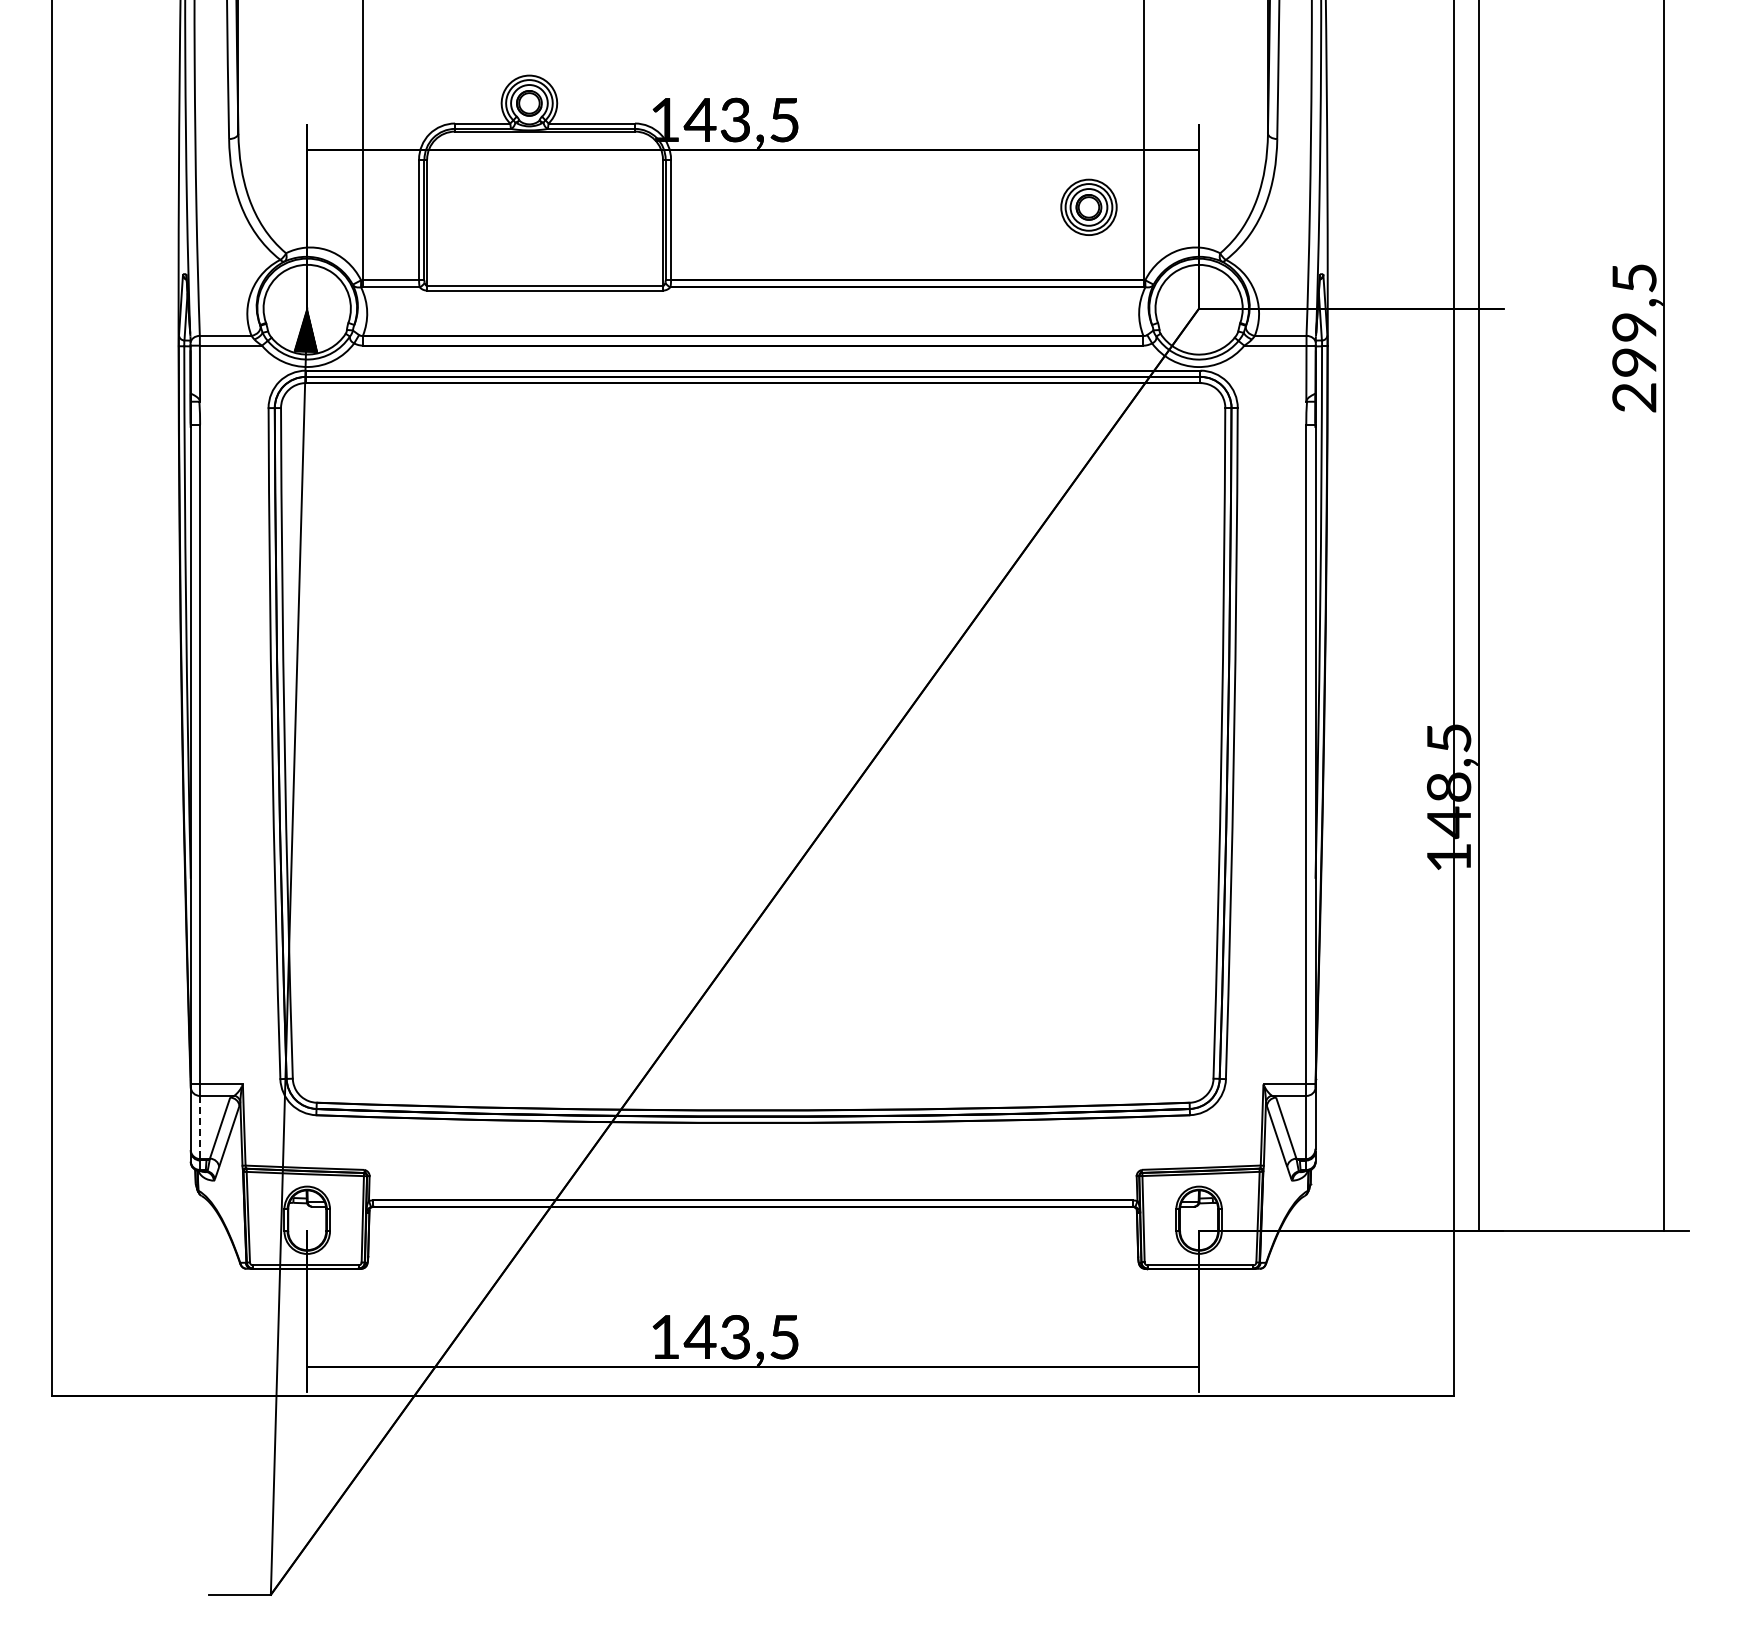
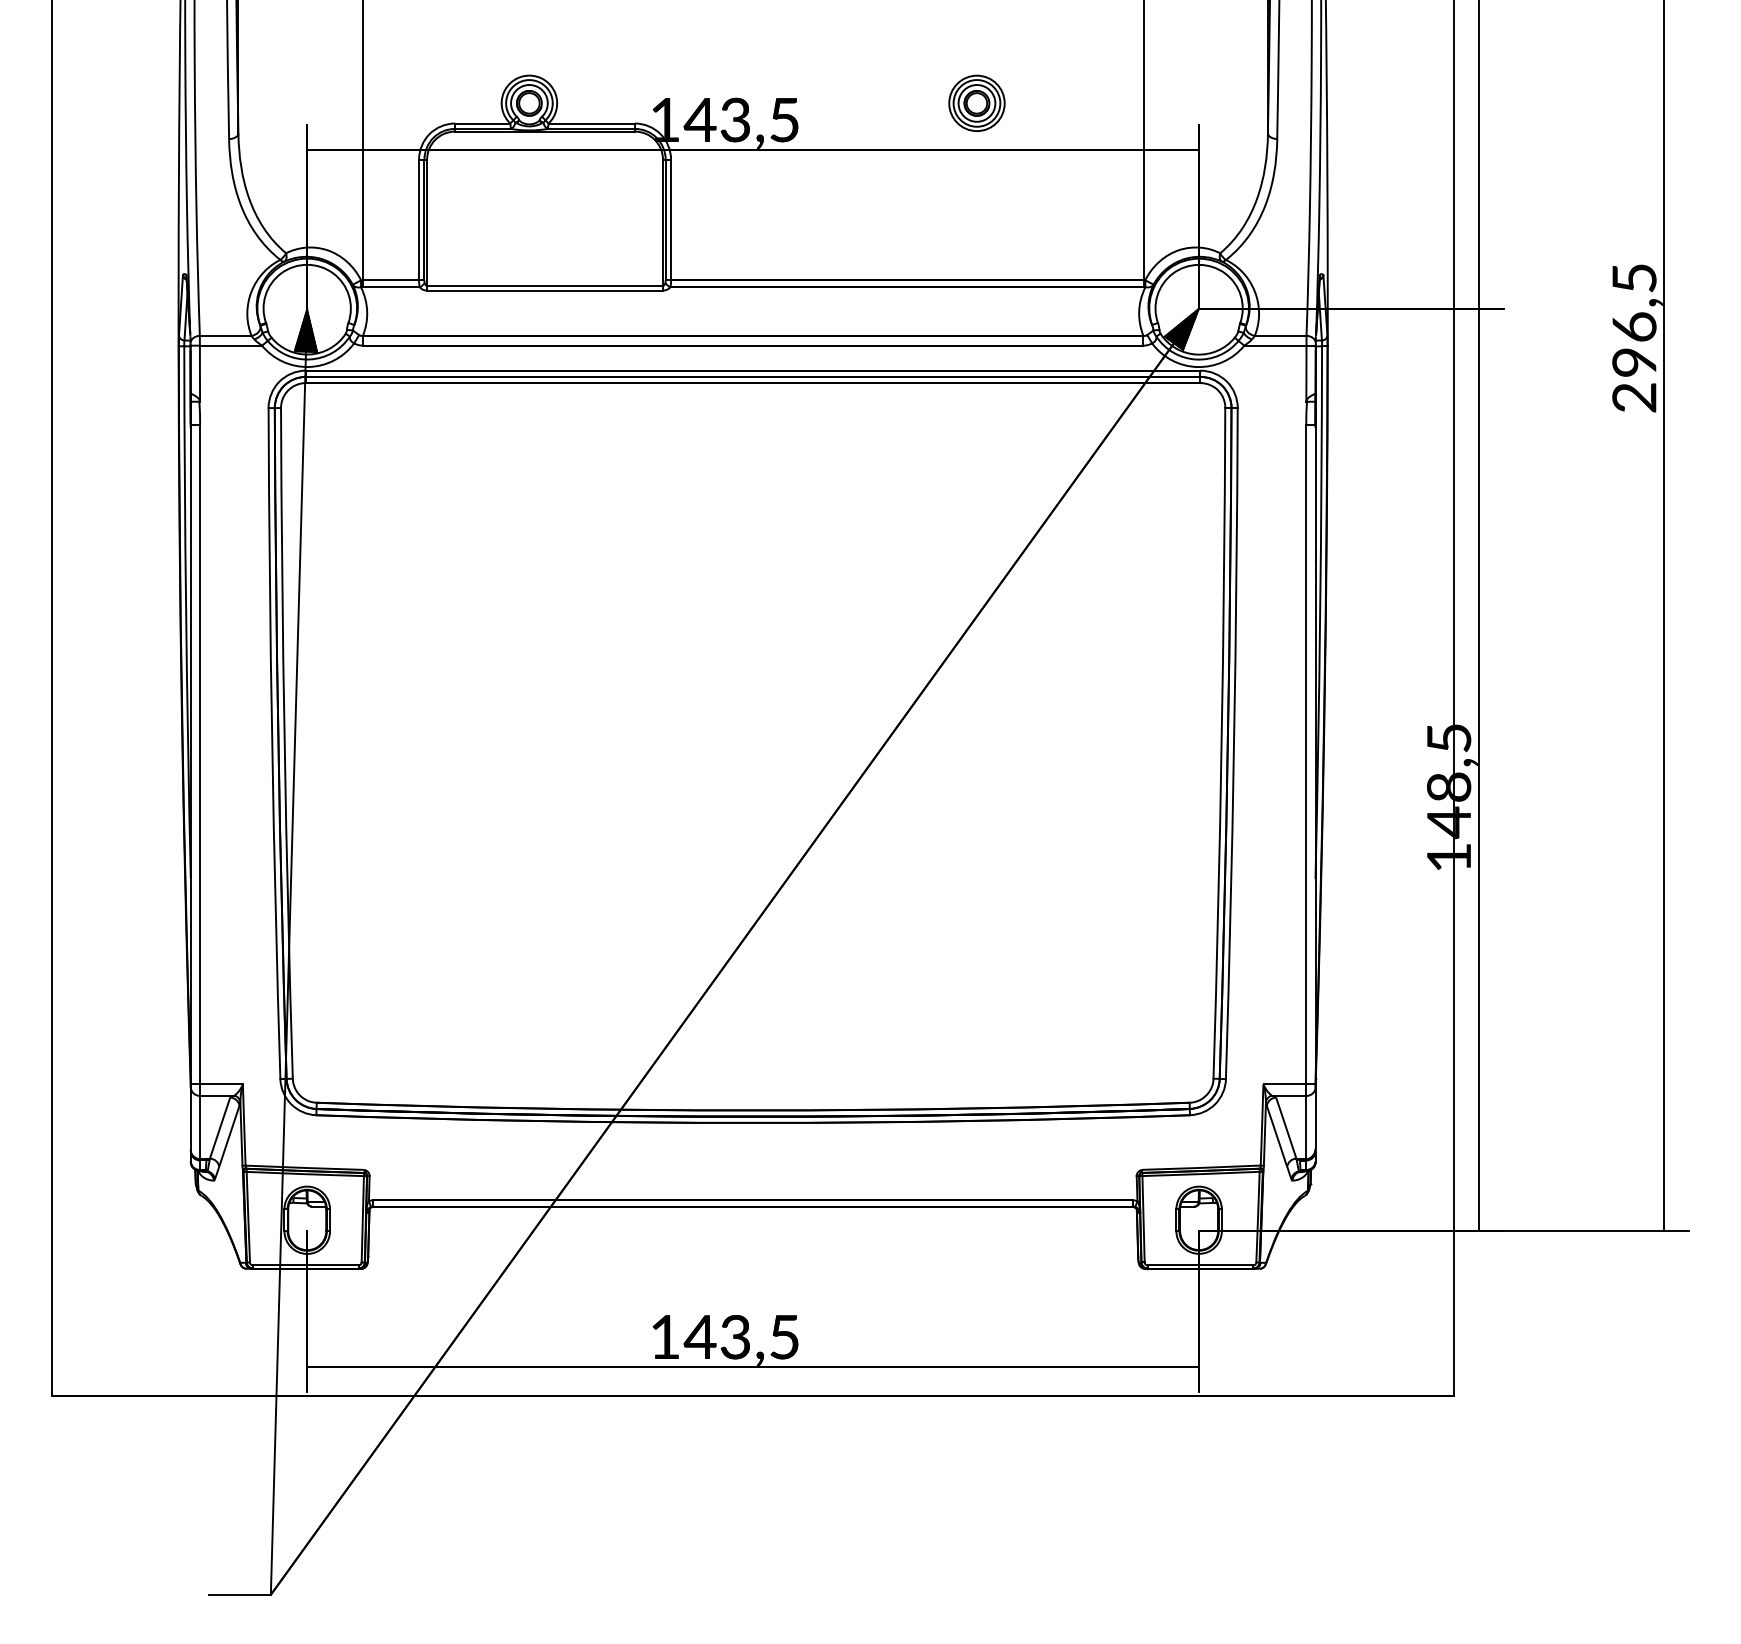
part at (1088, 206) position: (1088, 206) -> (976, 102)
text at (1634, 326): 299,5 -> 296,5
hatch at (1181, 329): none -> present
line at (200, 1127): dashed -> solid
